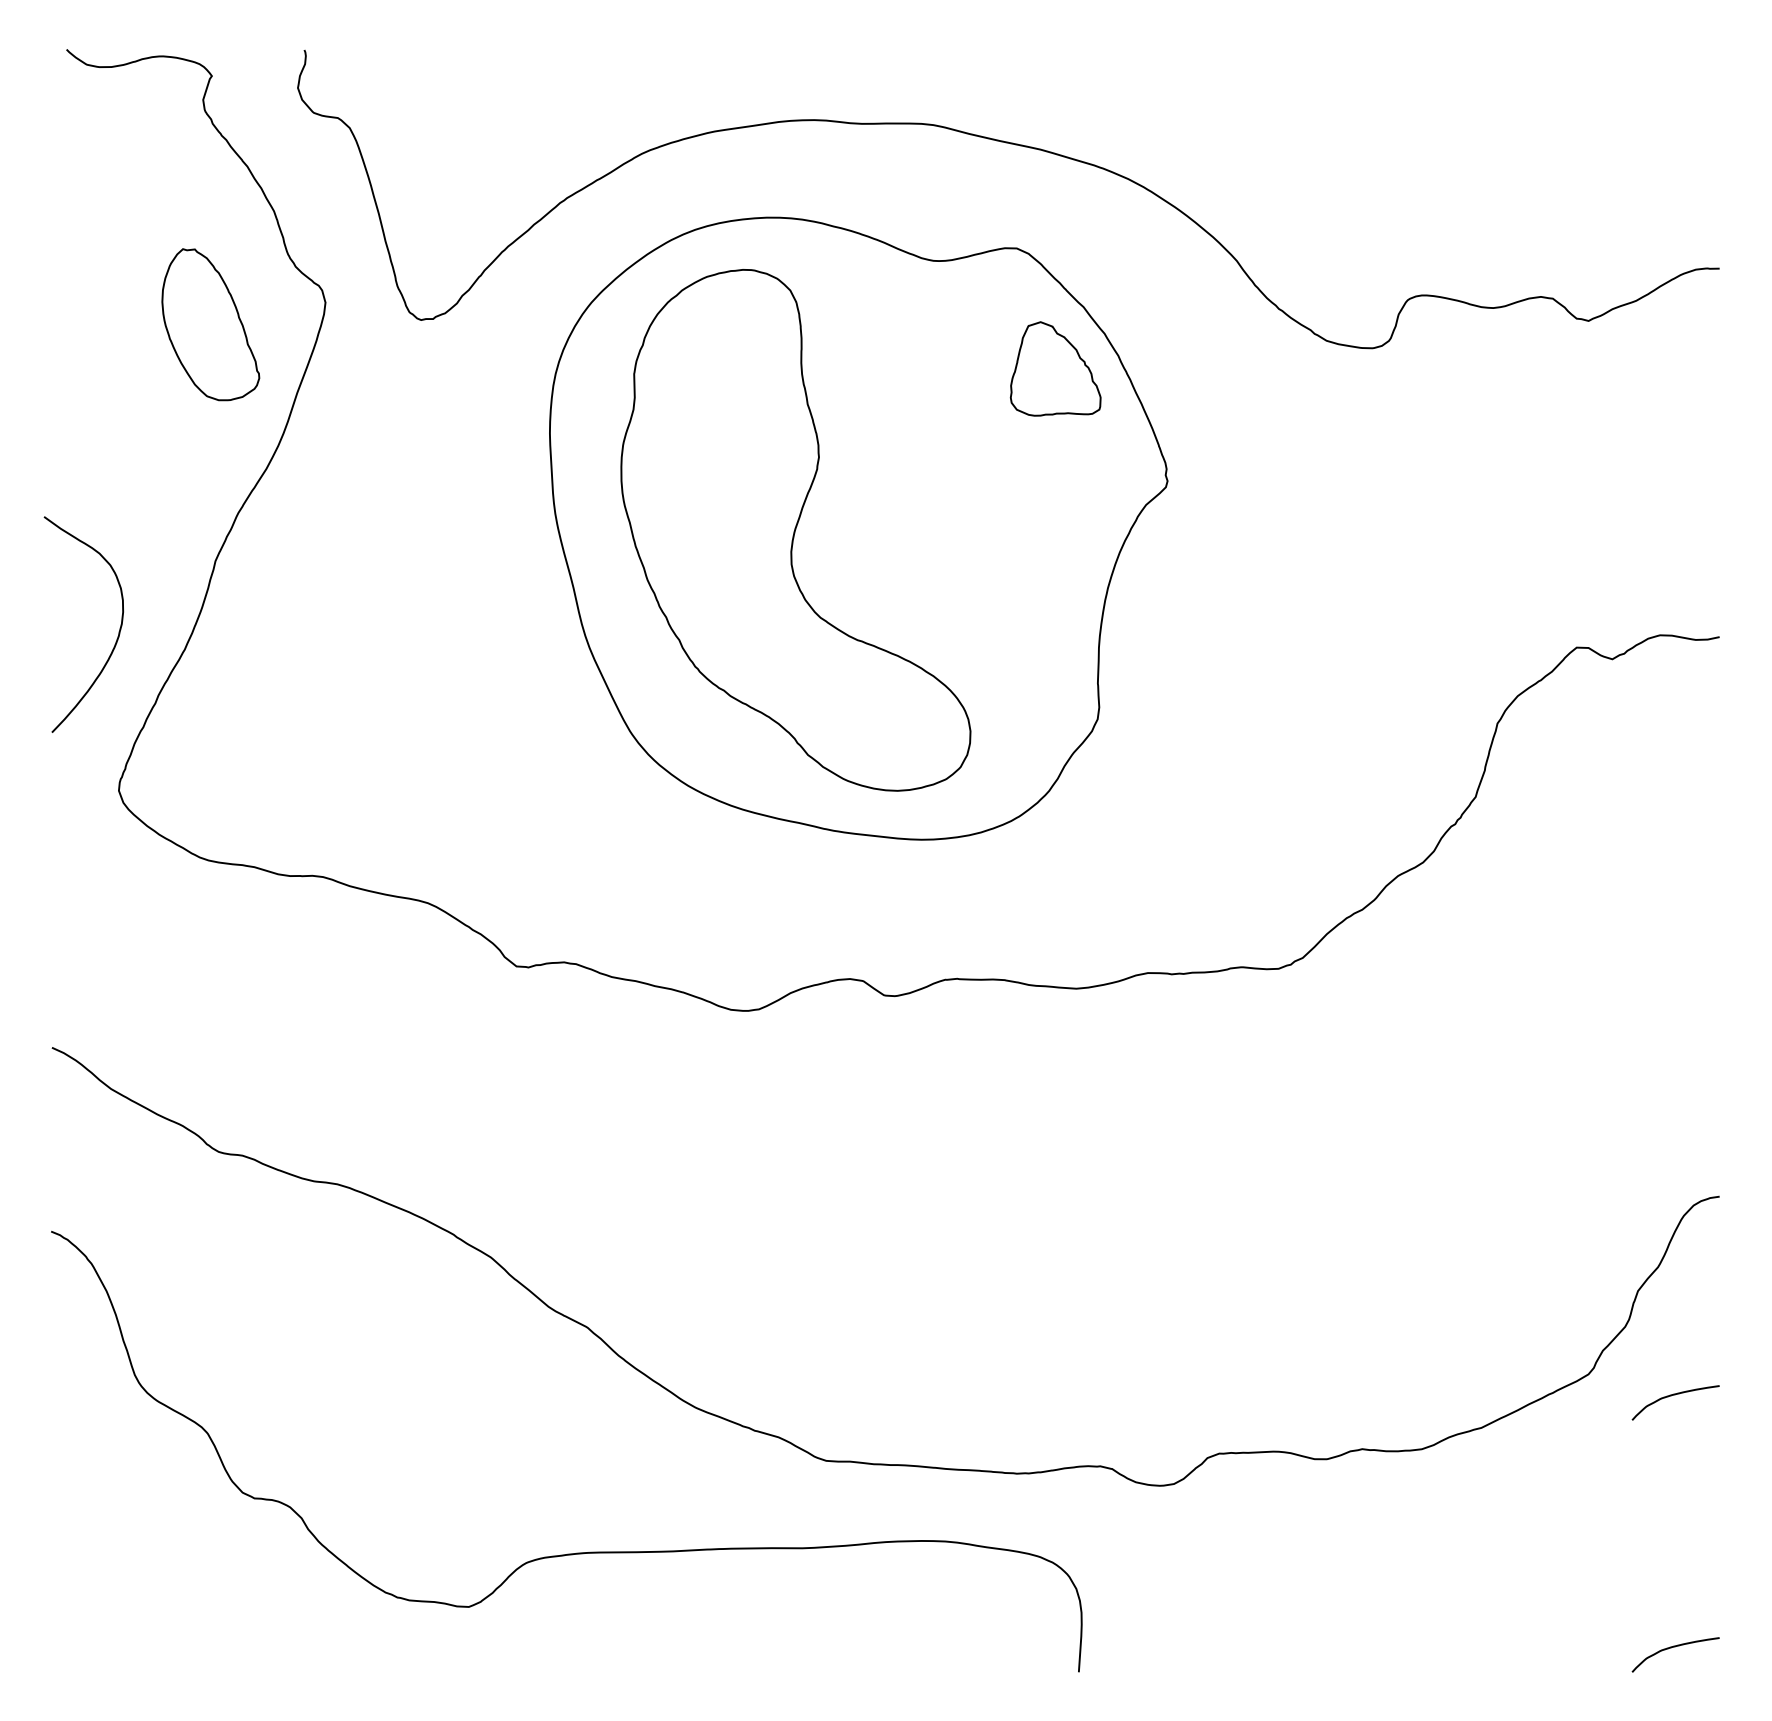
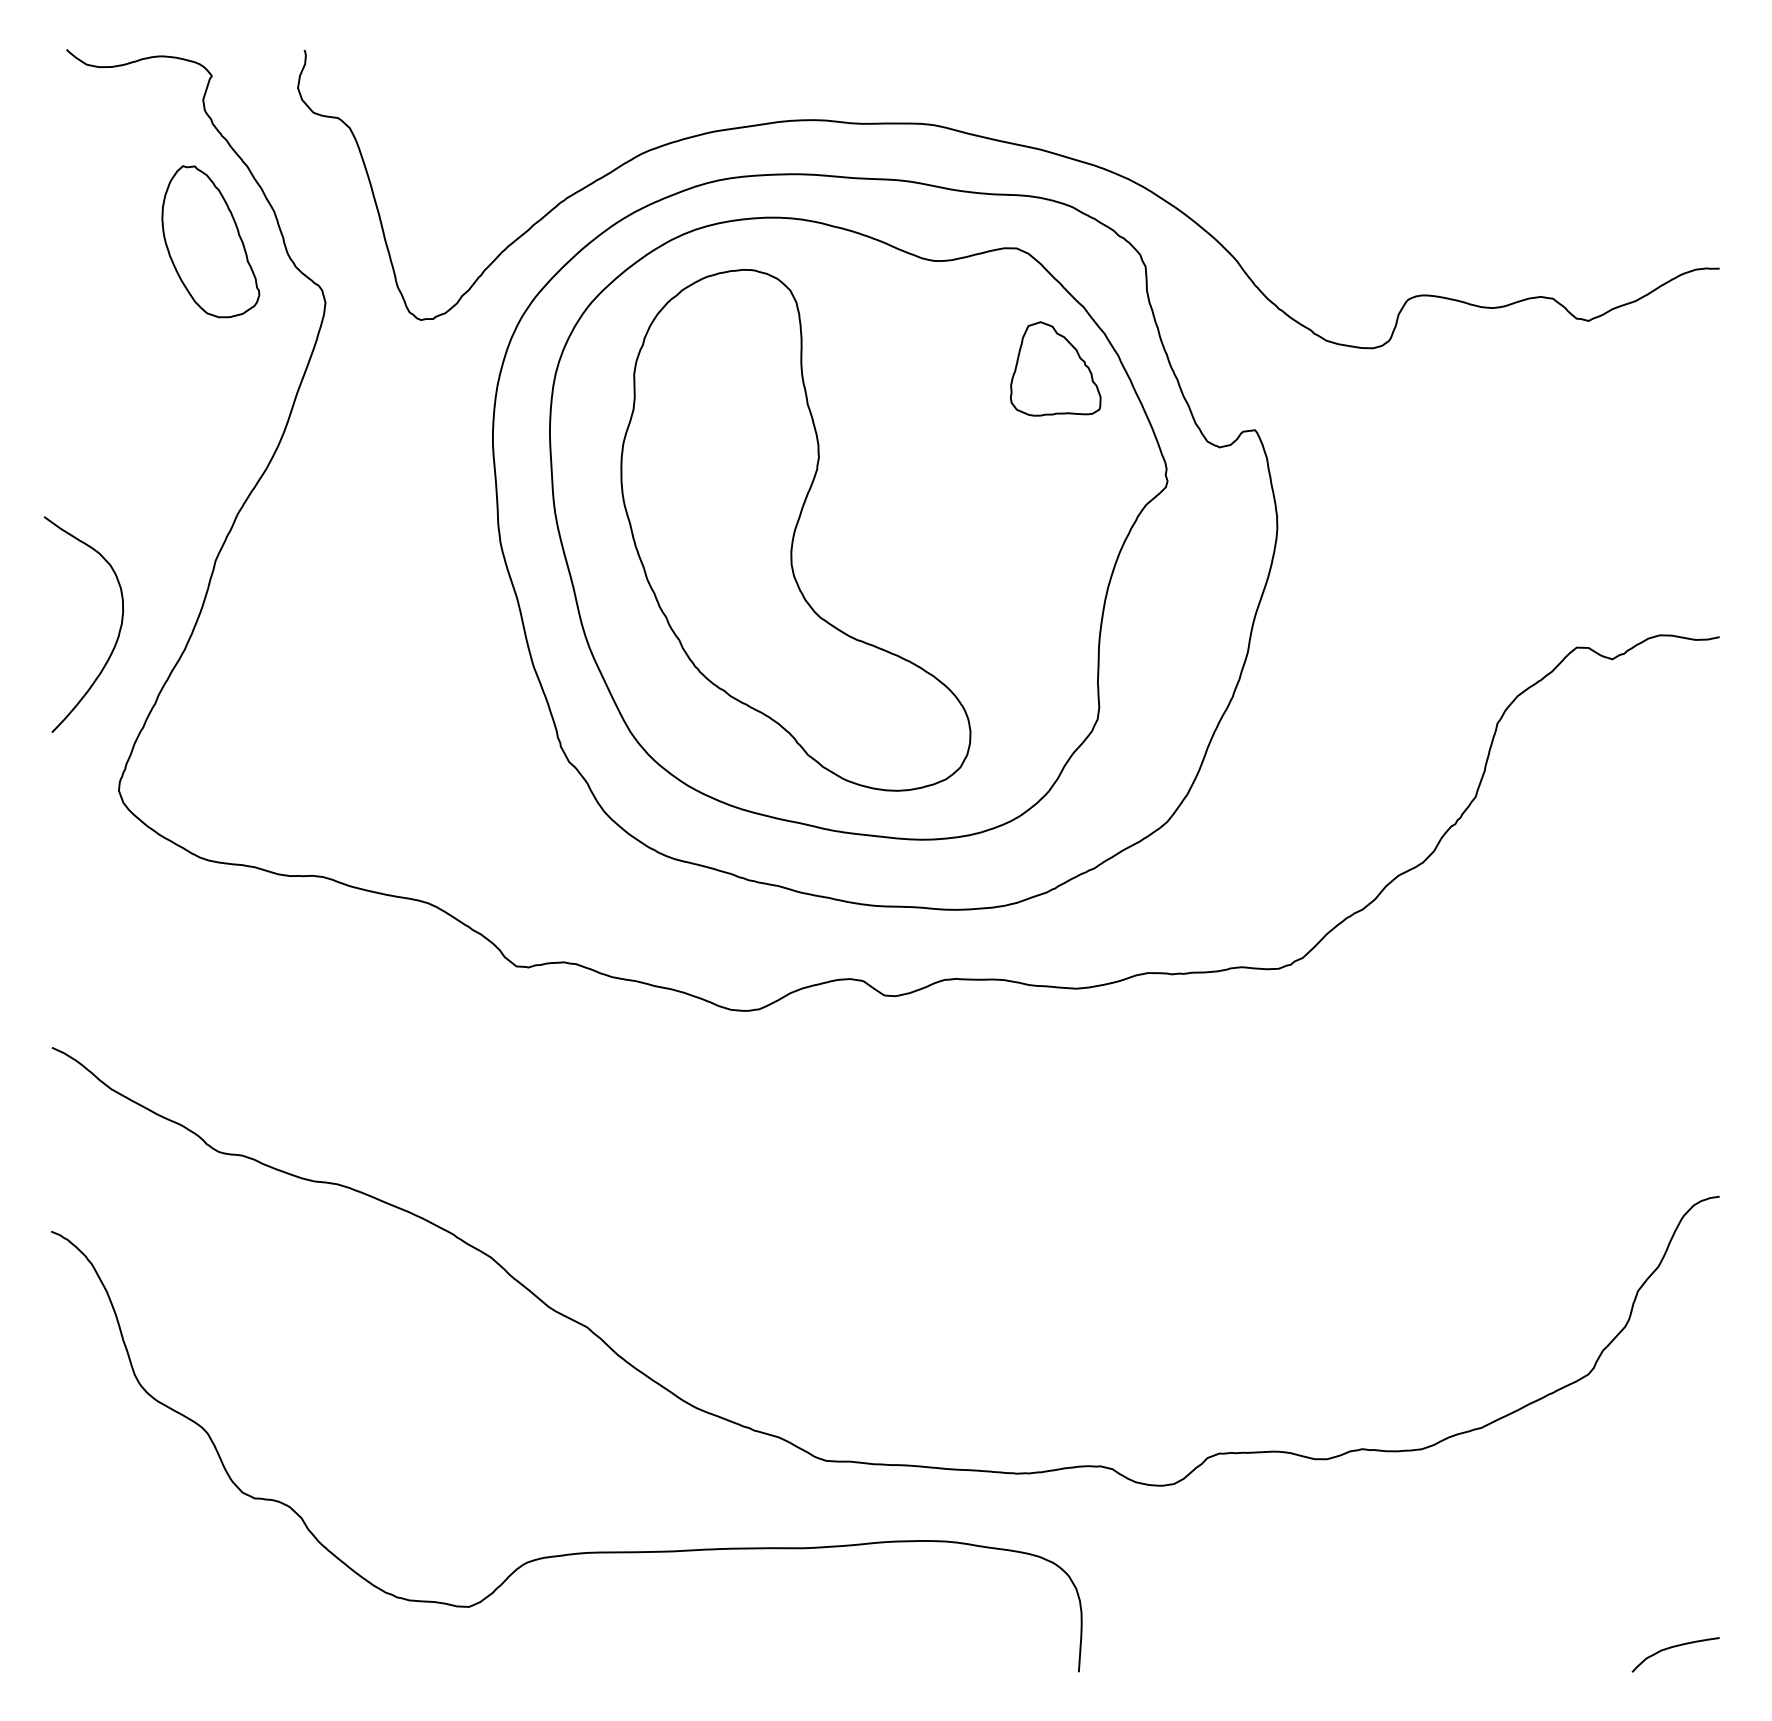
part at (210, 324) position: (210, 324) -> (210, 241)
part at (885, 541): none -> present
curve at (1675, 1395): present -> none
